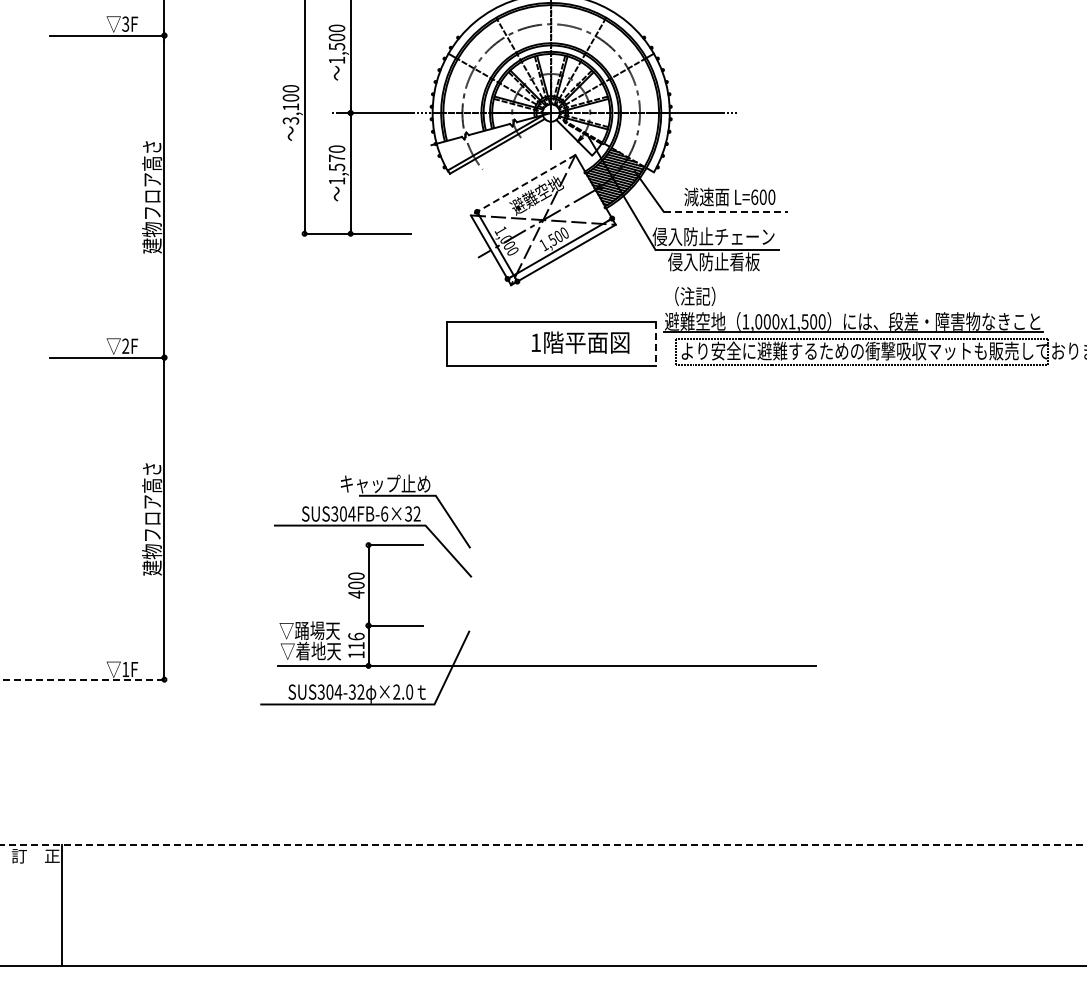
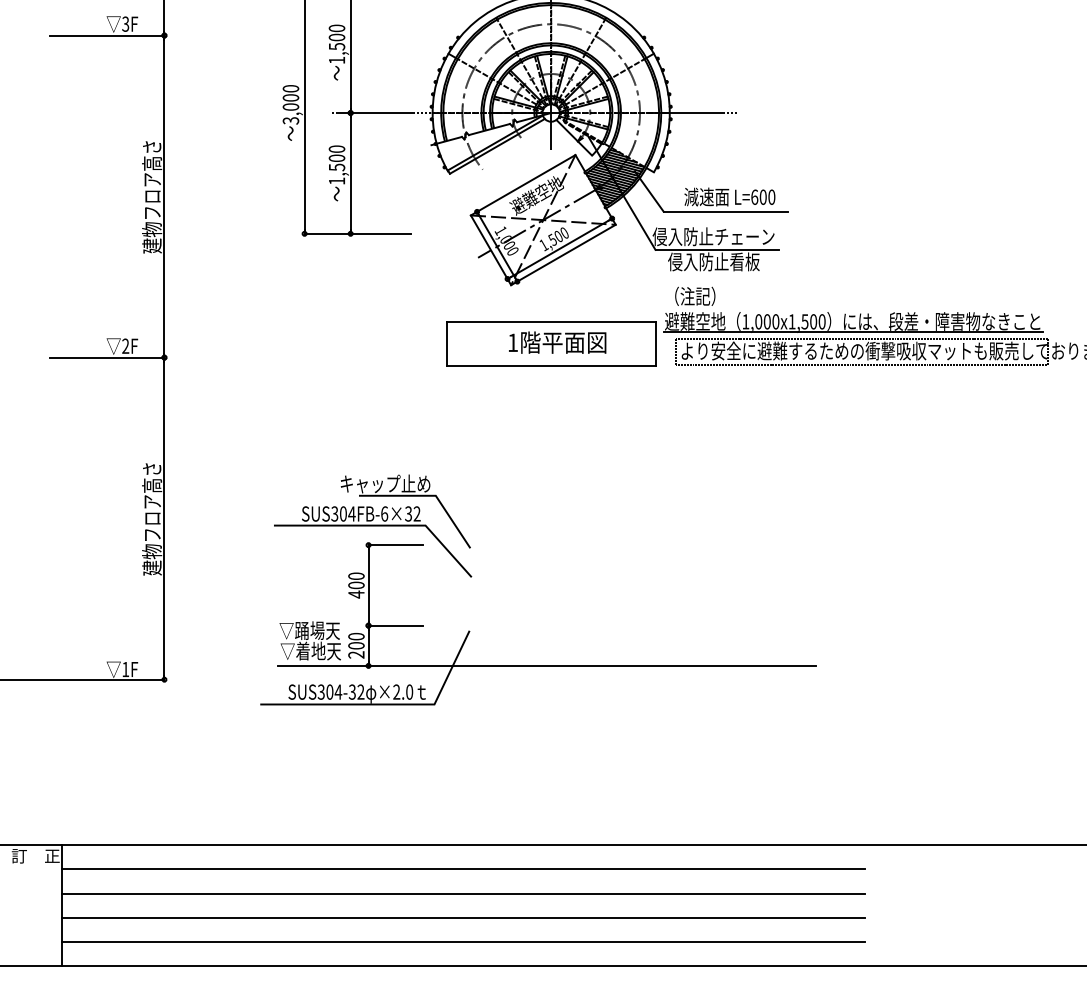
text at (290, 106): 3,100 -> 3,000
text at (336, 157): 1,570 -> 1,500
line at (522, 185): dashed -> solid
line at (725, 211): dashed -> solid
text at (580, 342) position: (580, 342) -> (557, 342)
line at (655, 343): dashed -> solid
text at (356, 645): 116 -> 200
line at (82, 679): dashed -> solid
line at (543, 845): dashed -> solid
line at (463, 869): none -> present
line at (463, 893): none -> present
line at (463, 917): none -> present
line at (463, 941): none -> present
